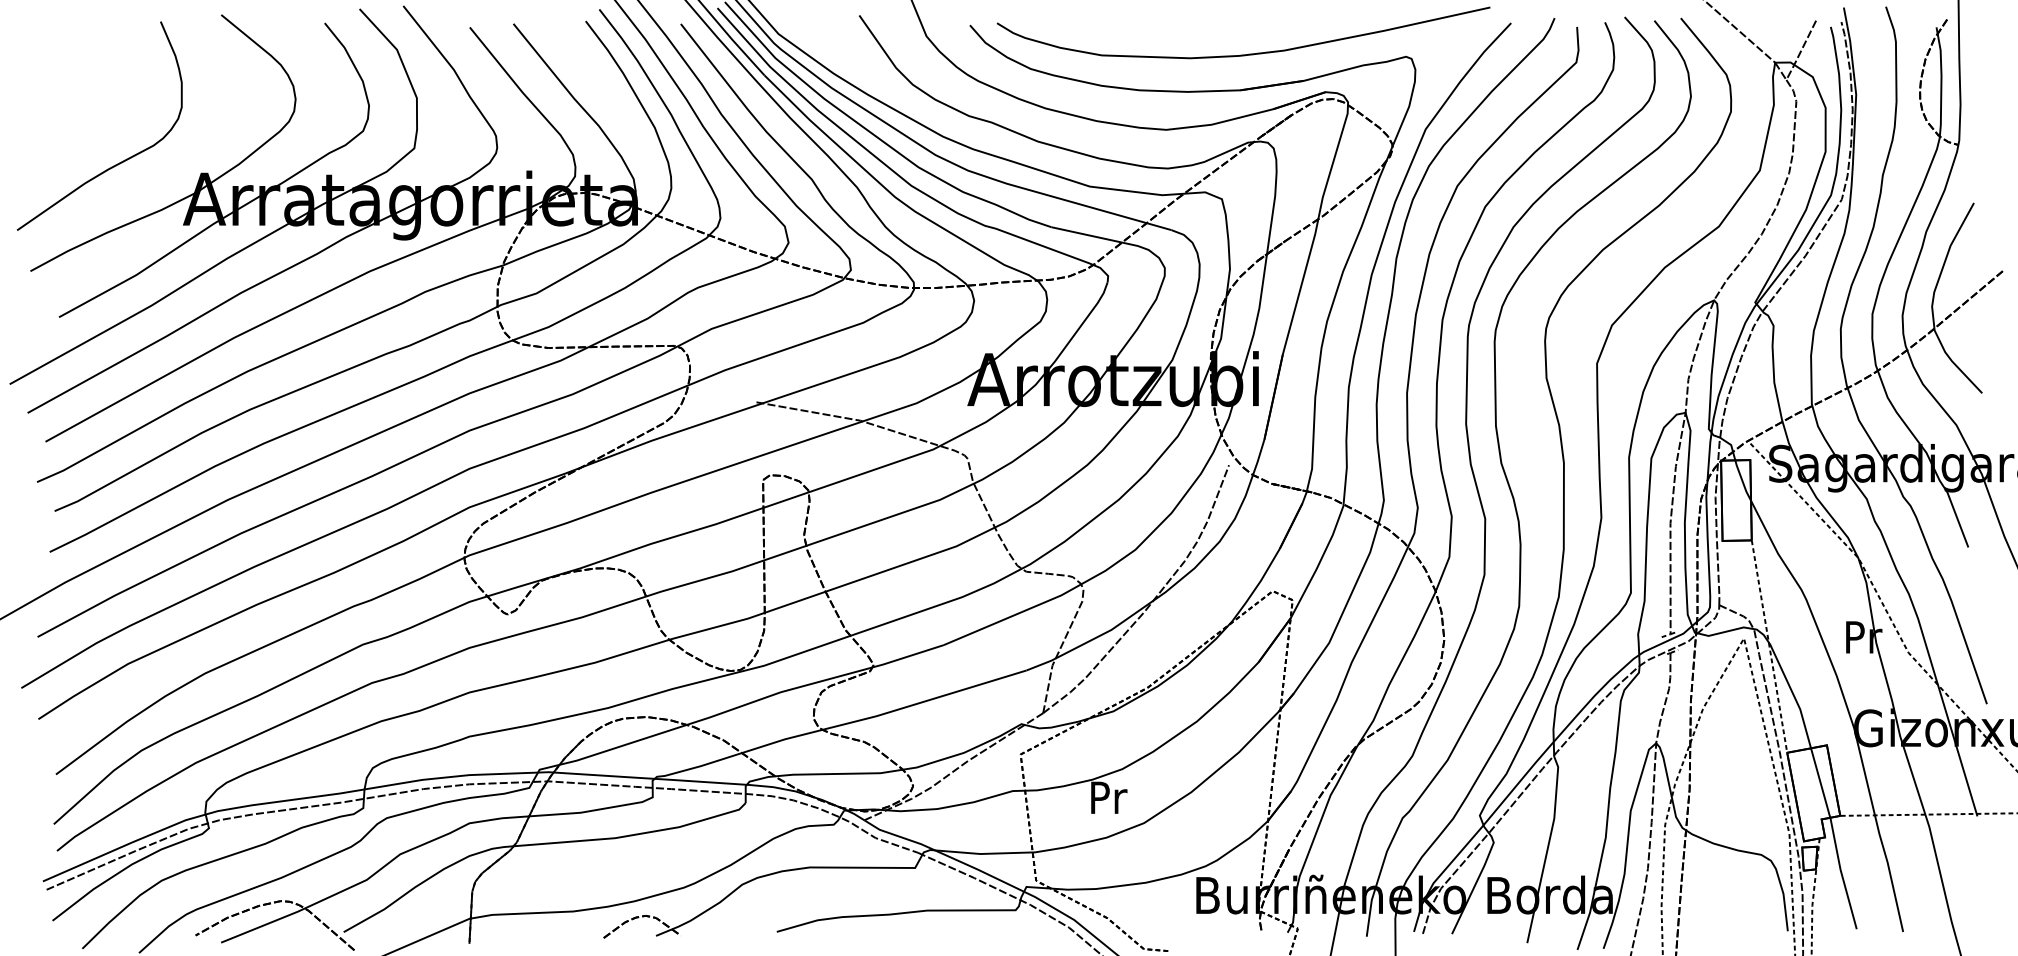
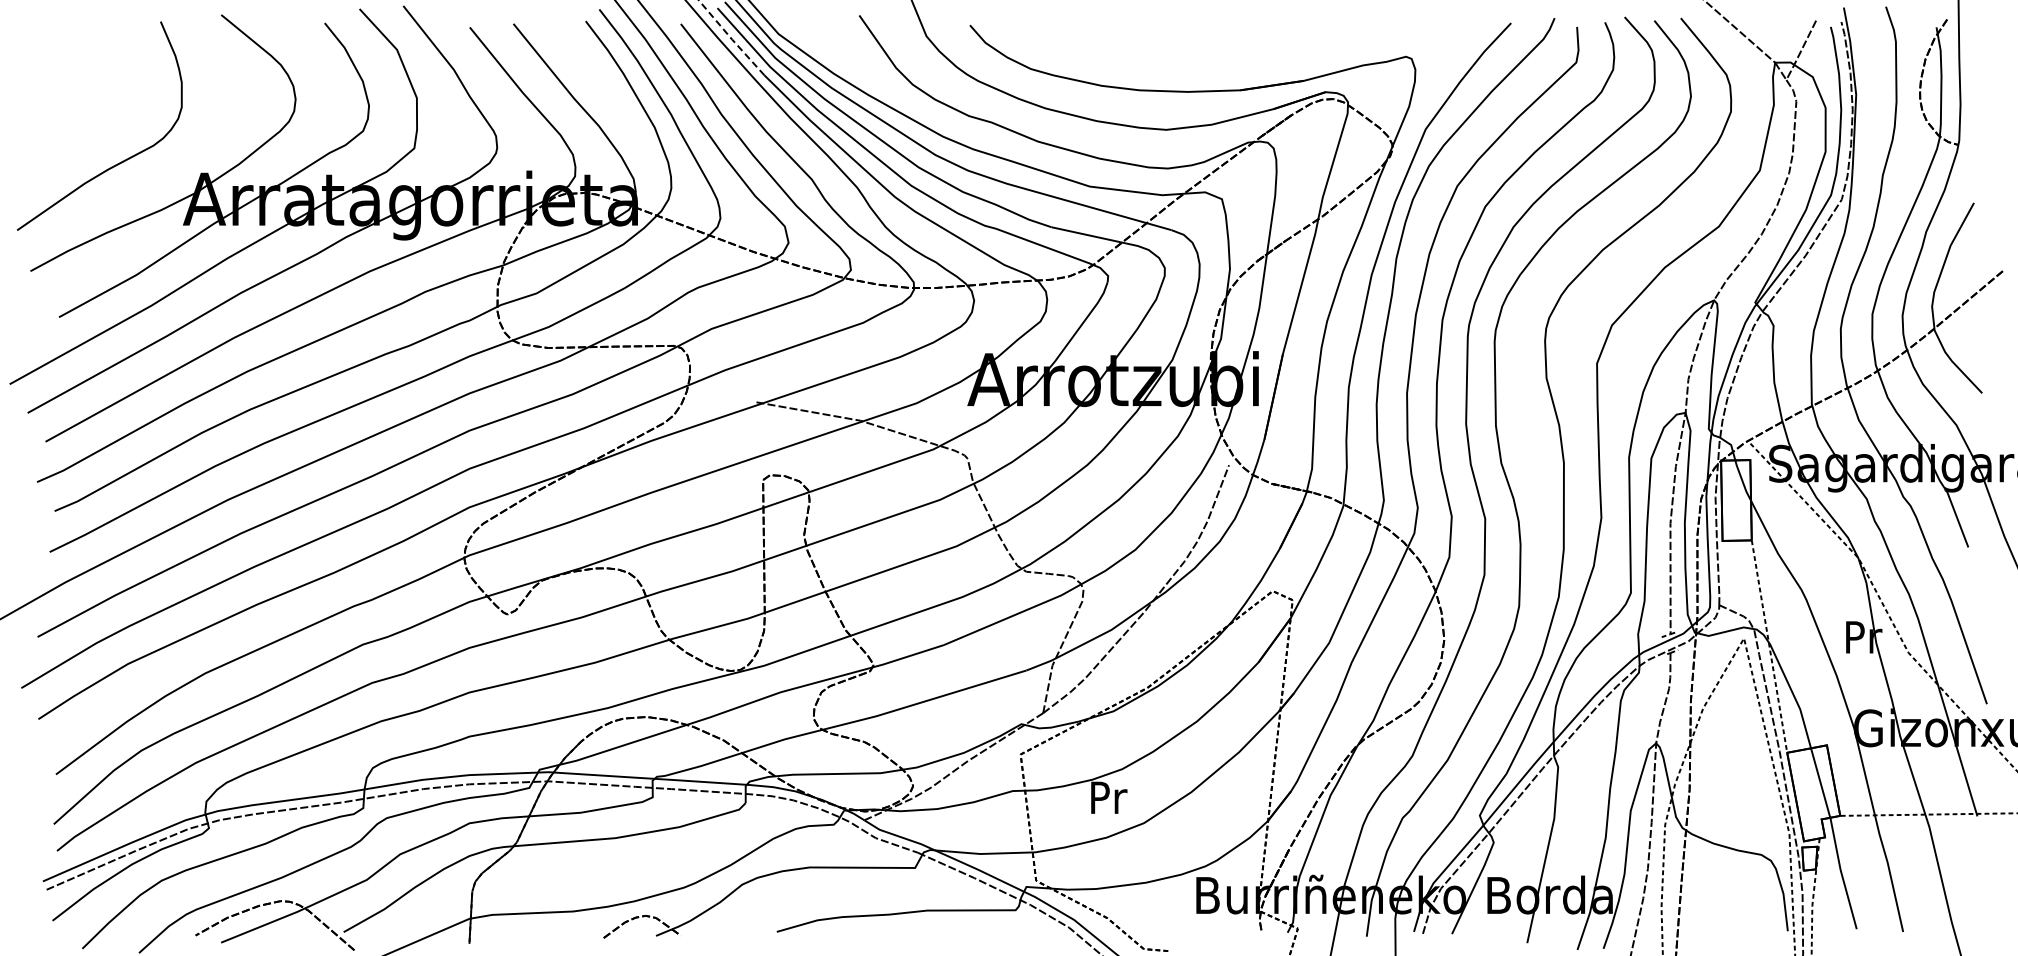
line at (731, 38): solid -> dashed
curve at (1248, 53): present -> none
